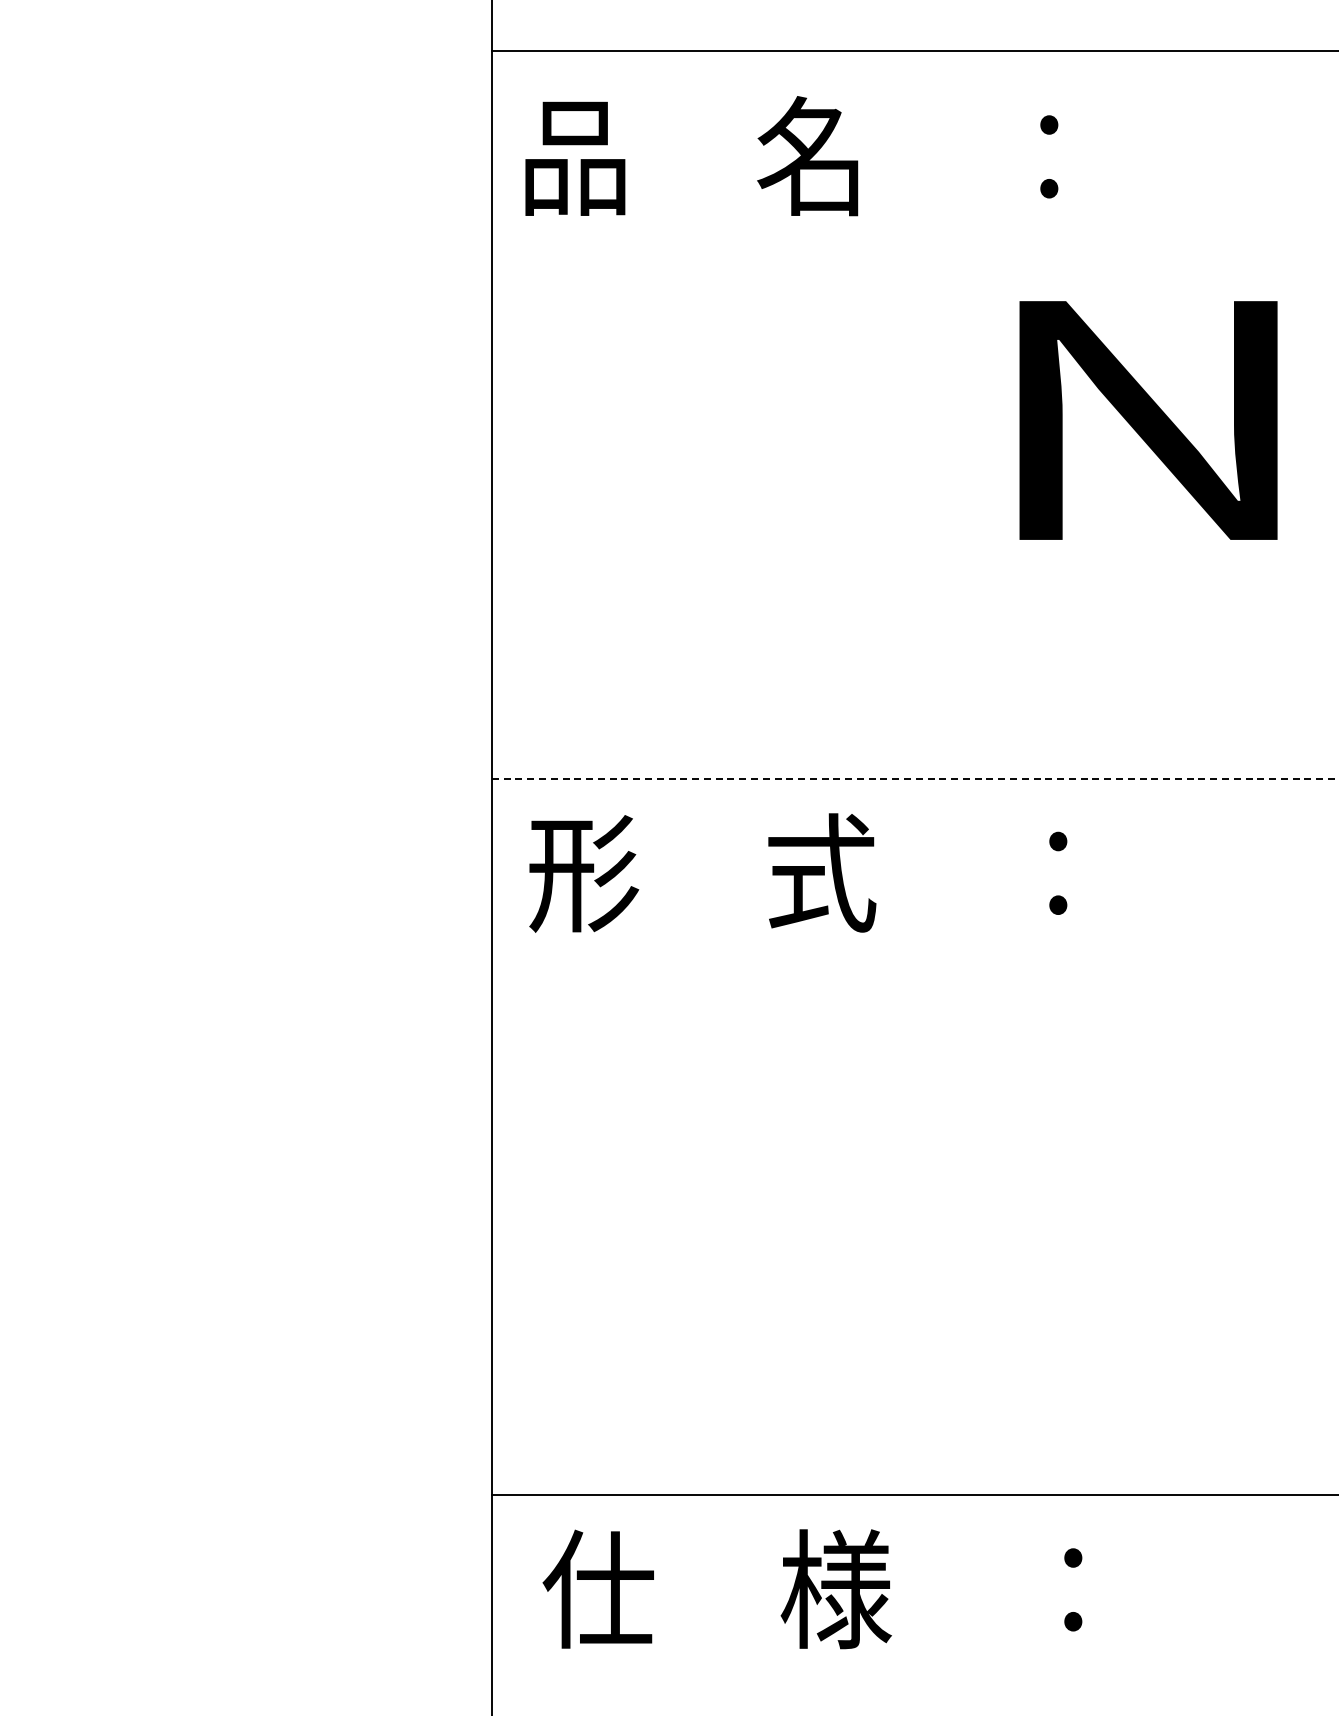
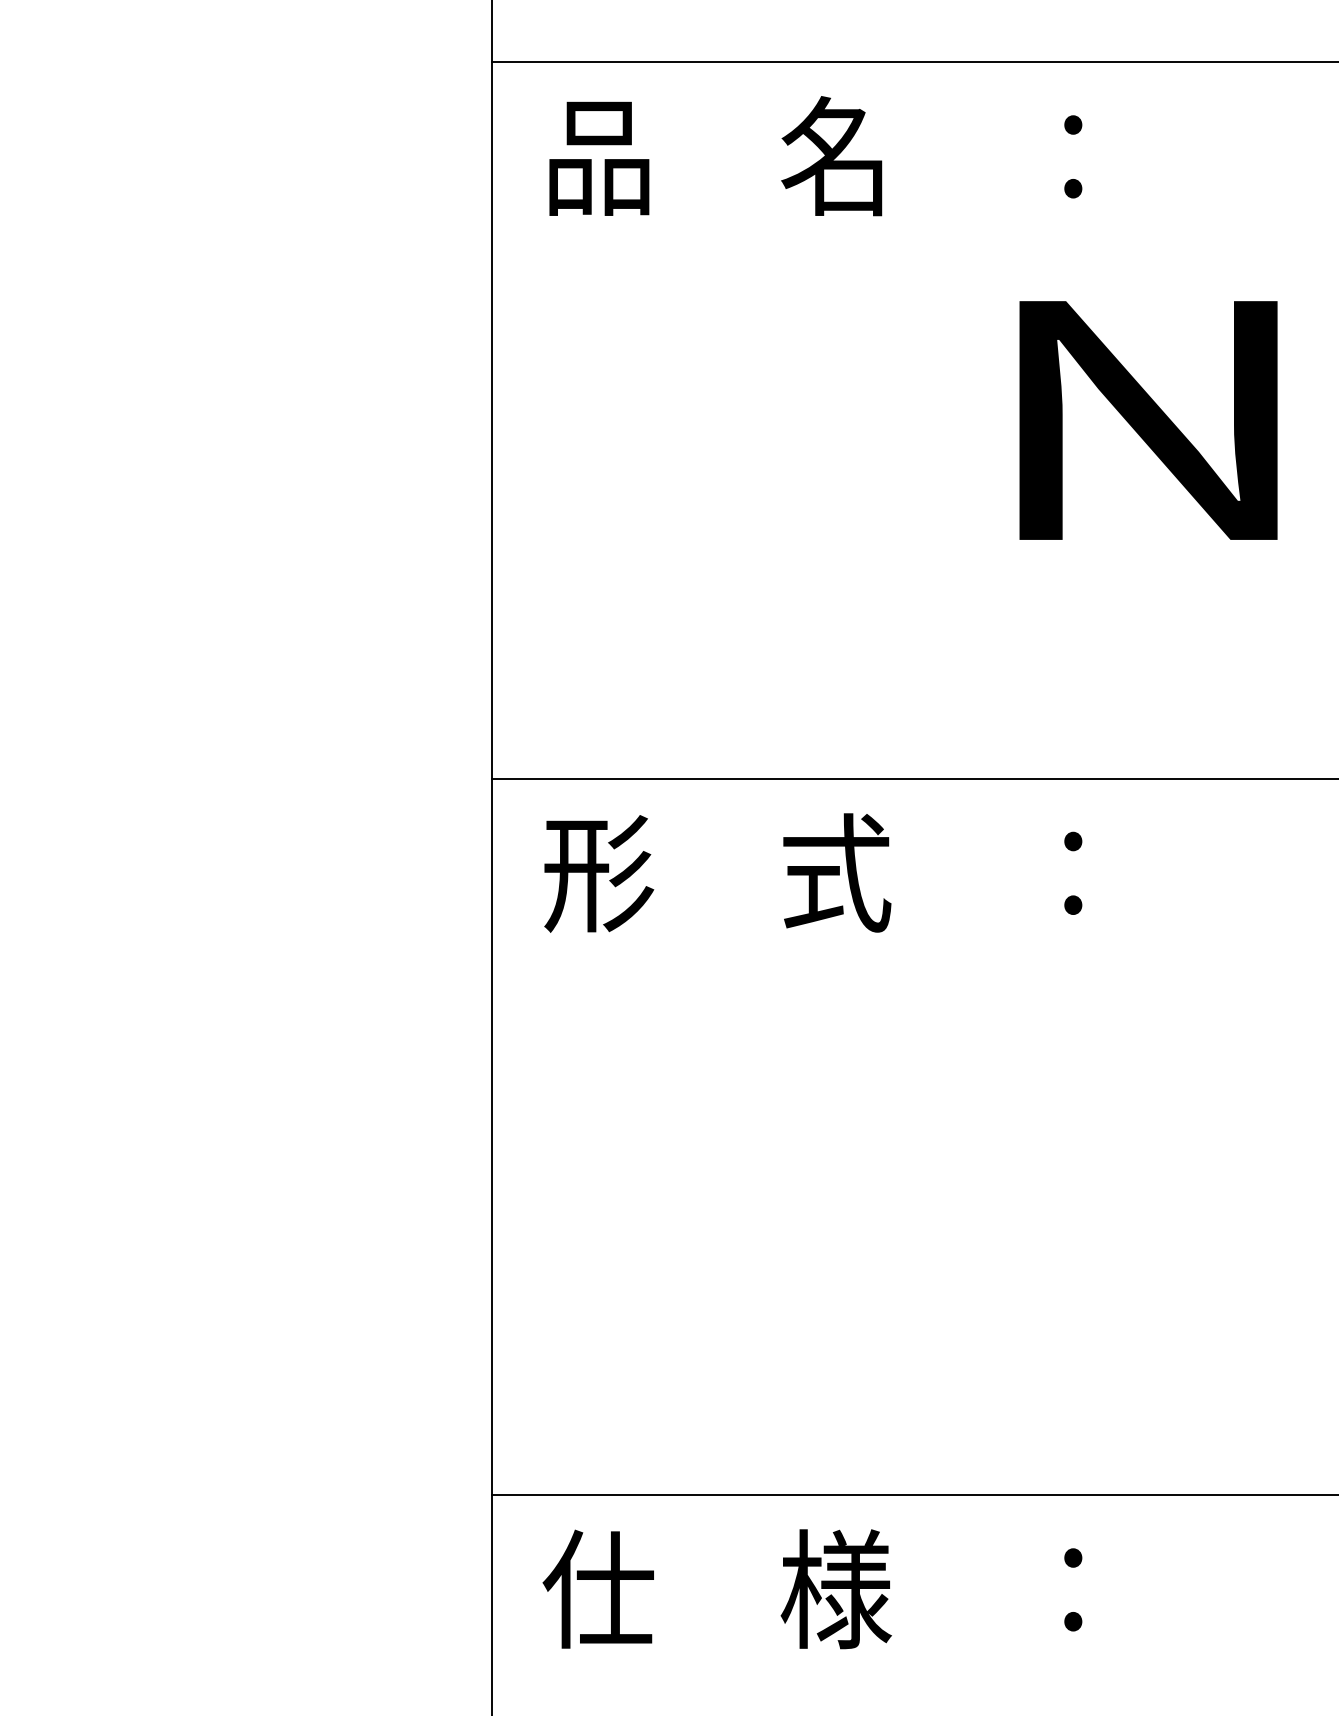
line at (913, 51) position: (913, 51) -> (913, 62)
text at (791, 156) position: (791, 156) -> (815, 156)
line at (915, 778): dashed -> solid
text at (798, 872) position: (798, 872) -> (813, 872)
